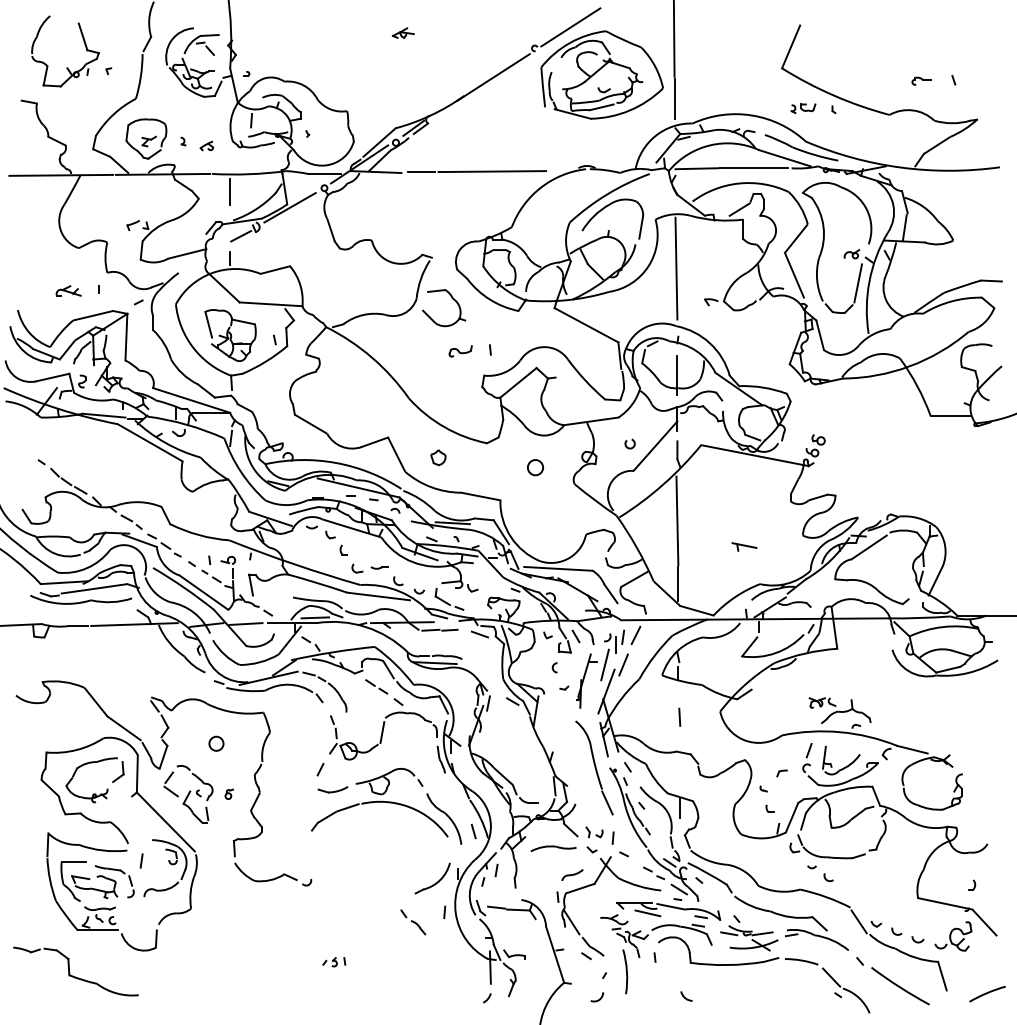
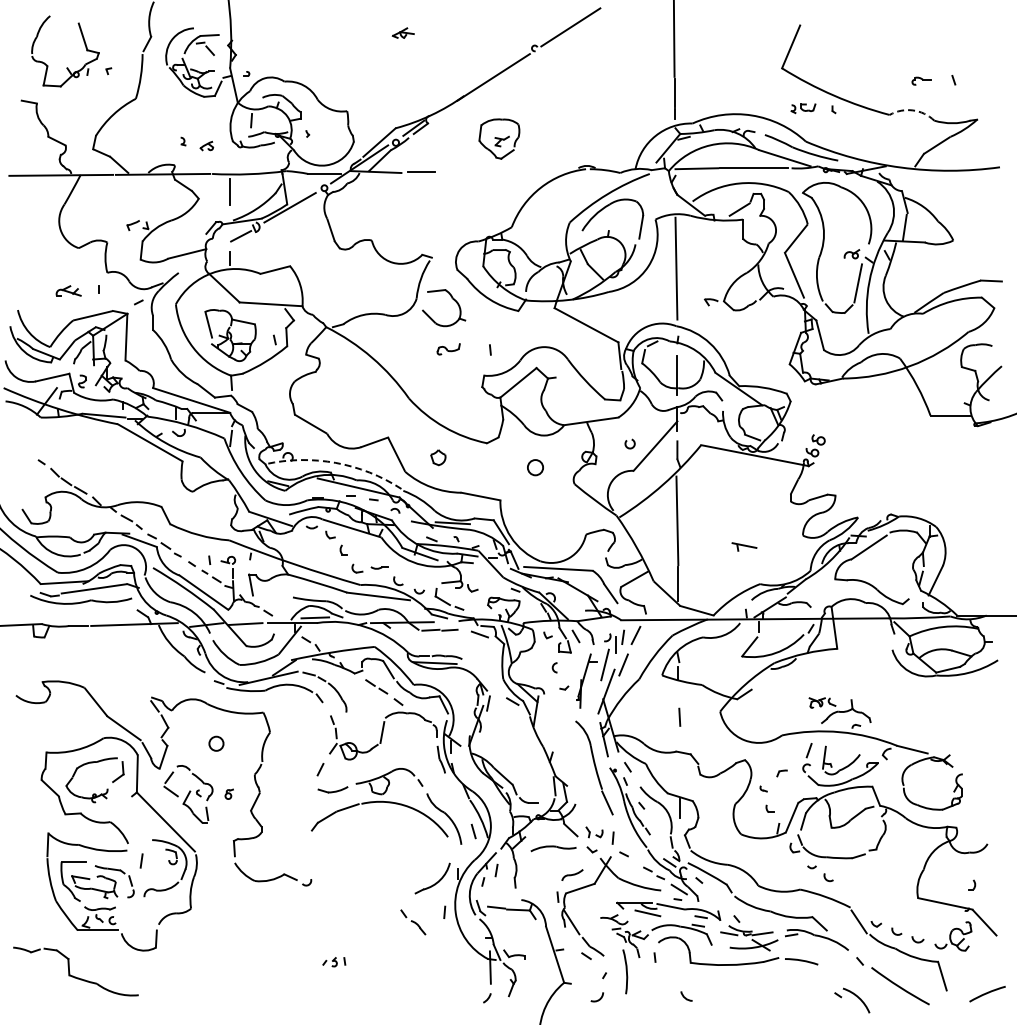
part at (601, 74): present -> none
arc at (912, 110): solid -> dashed
part at (146, 138) position: (146, 138) -> (499, 138)
line at (492, 171): present -> none
part at (460, 351) position: (460, 351) -> (448, 349)
arc at (335, 462): solid -> dashed
line at (831, 977): present -> none
